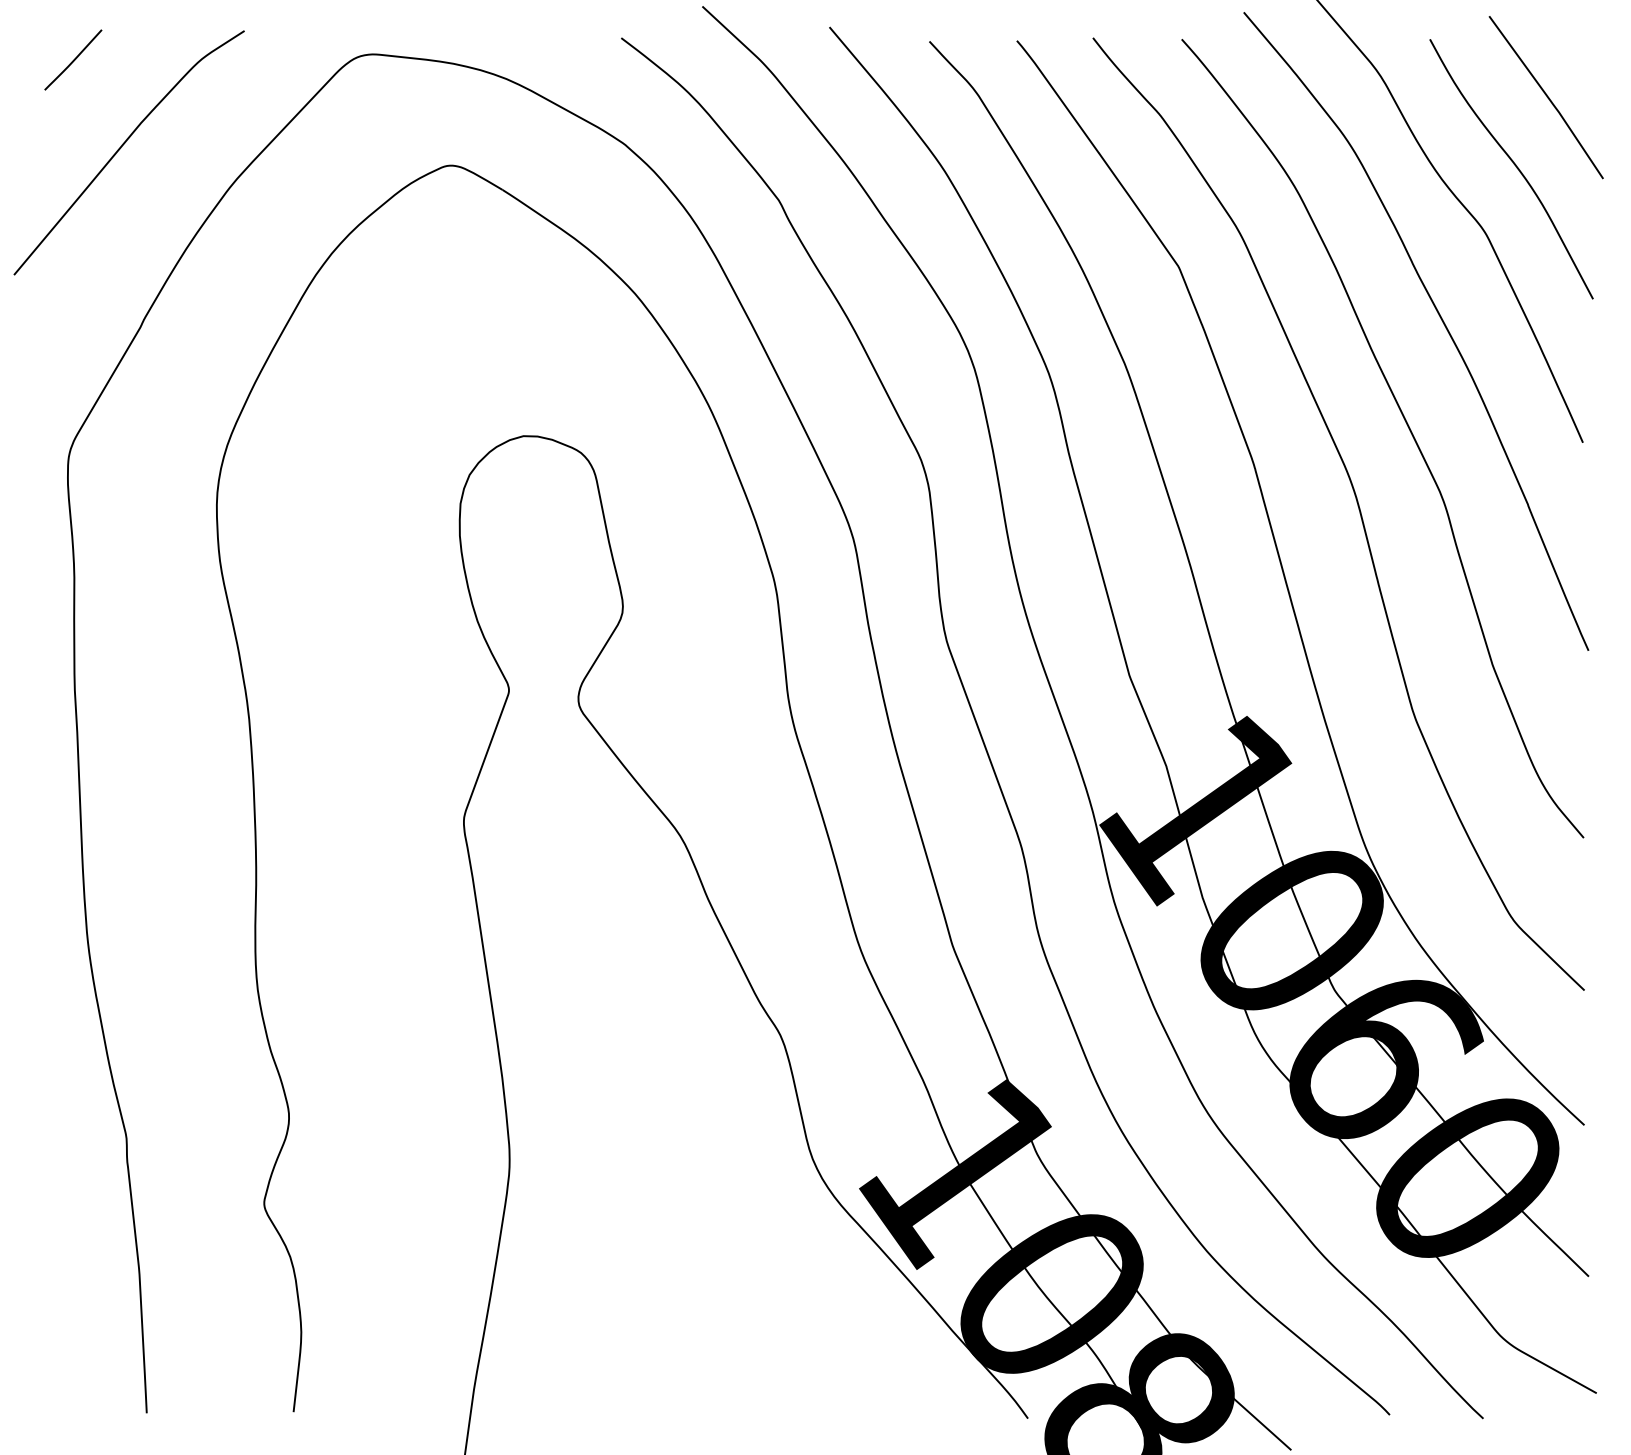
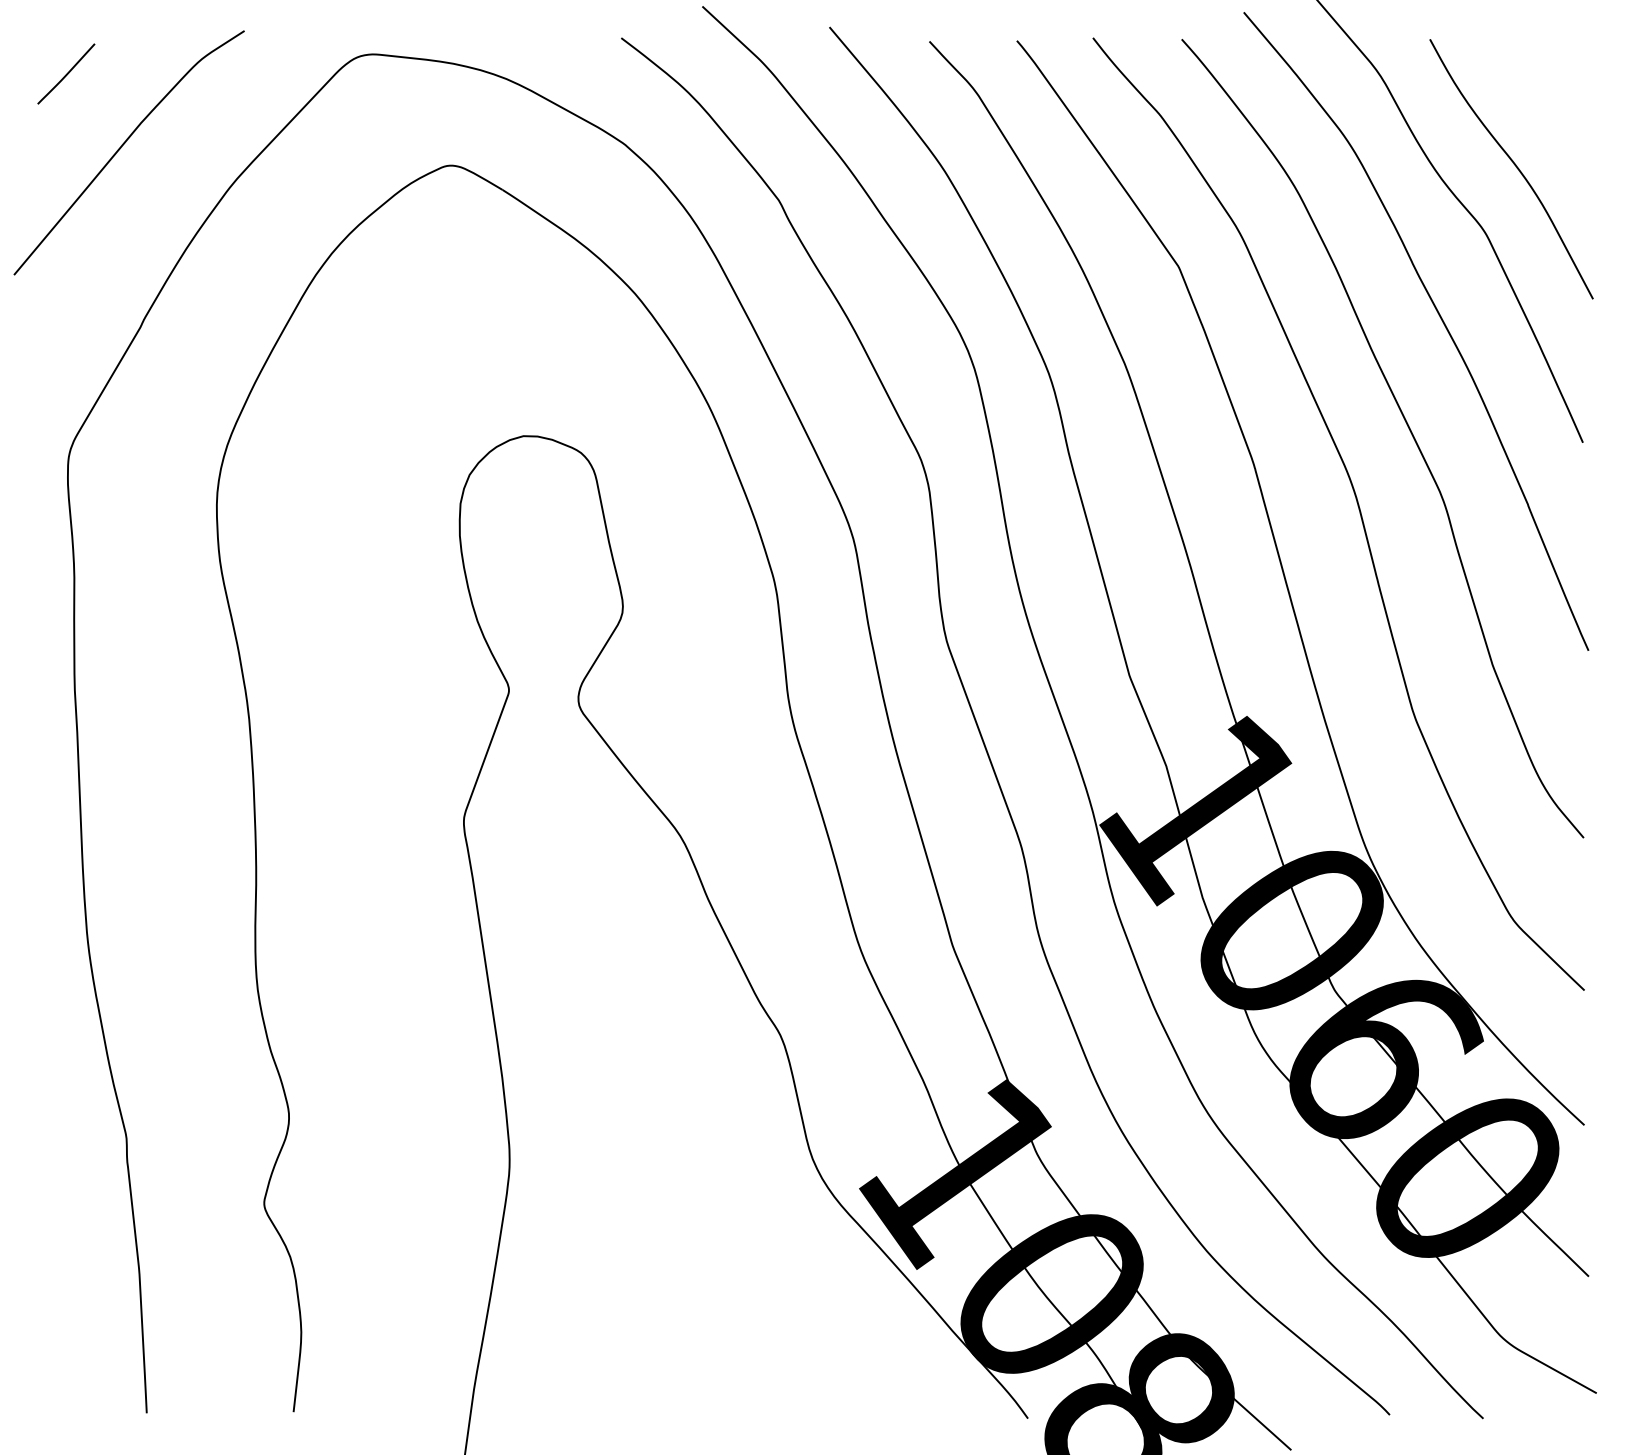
curve at (73, 59) position: (73, 59) -> (66, 73)
curve at (1546, 96): present -> none
